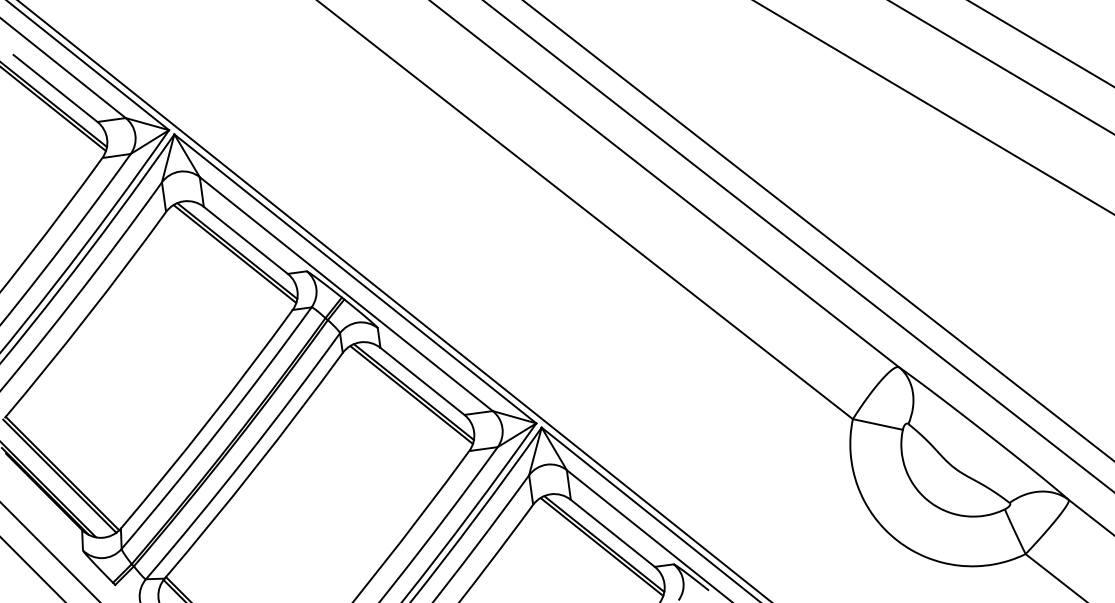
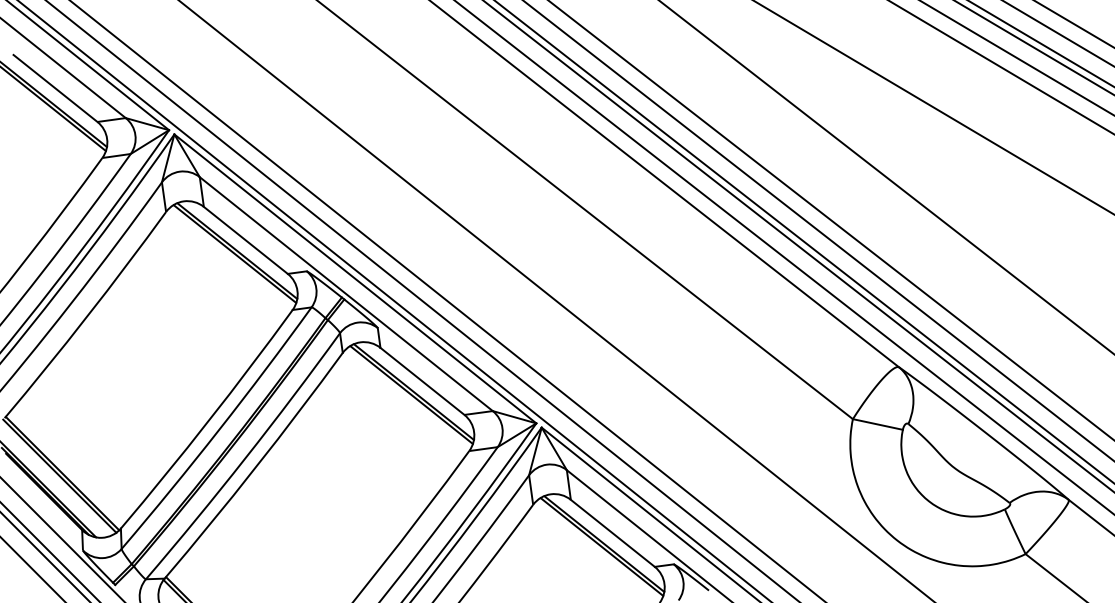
line at (1074, 24): none -> present
line at (1058, 33): none -> present
line at (1034, 47): none -> present
line at (1016, 57): none -> present
line at (886, 177): none -> present
line at (830, 220): none -> present
line at (803, 241): none -> present
line at (784, 257): none -> present
line at (422, 300): none -> present
line at (446, 300): none -> present
line at (556, 300): none -> present
line at (62, 539): none -> present
line at (44, 556): none -> present
